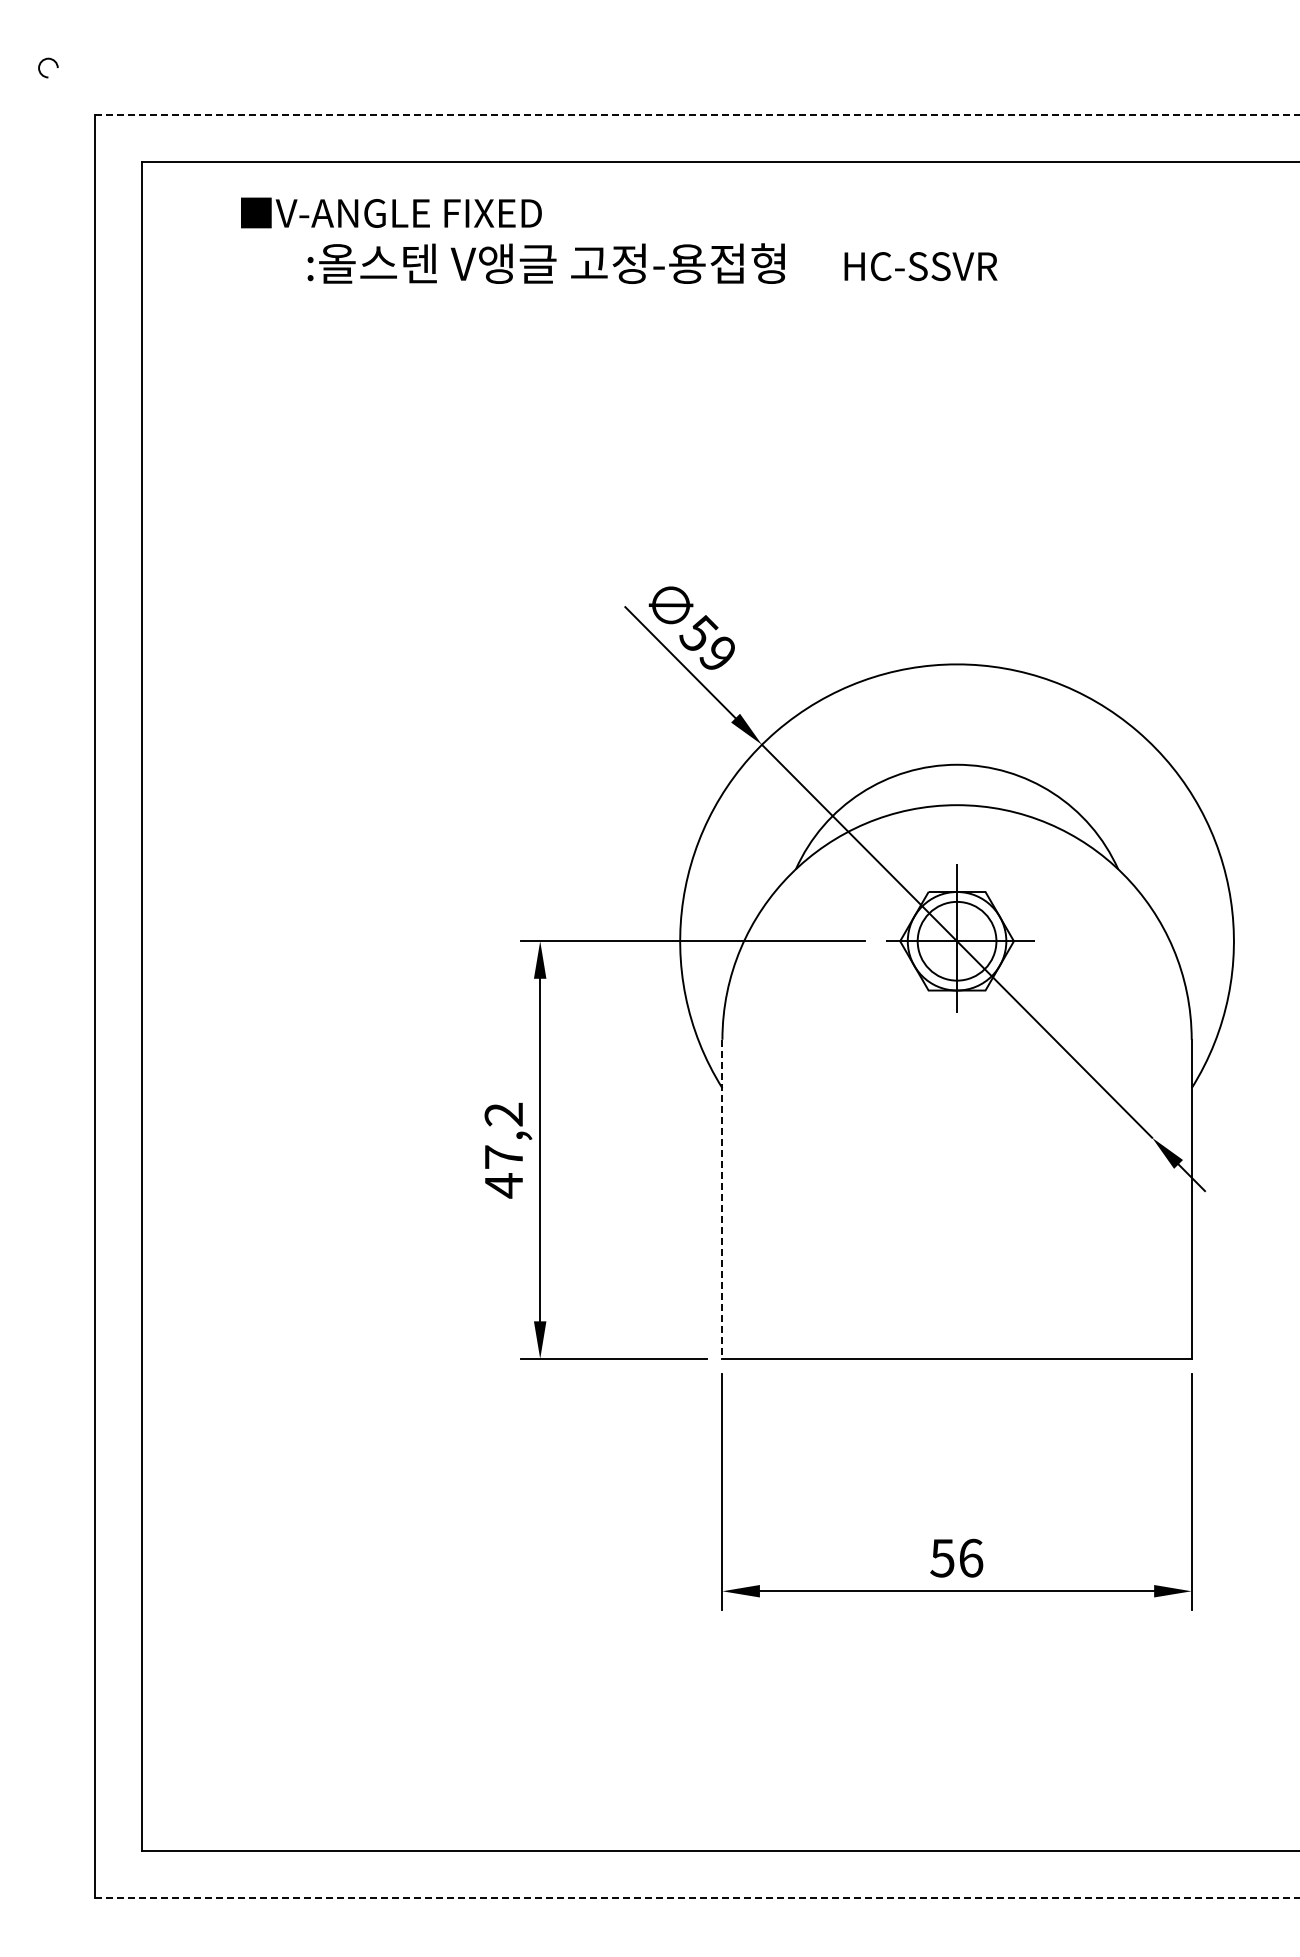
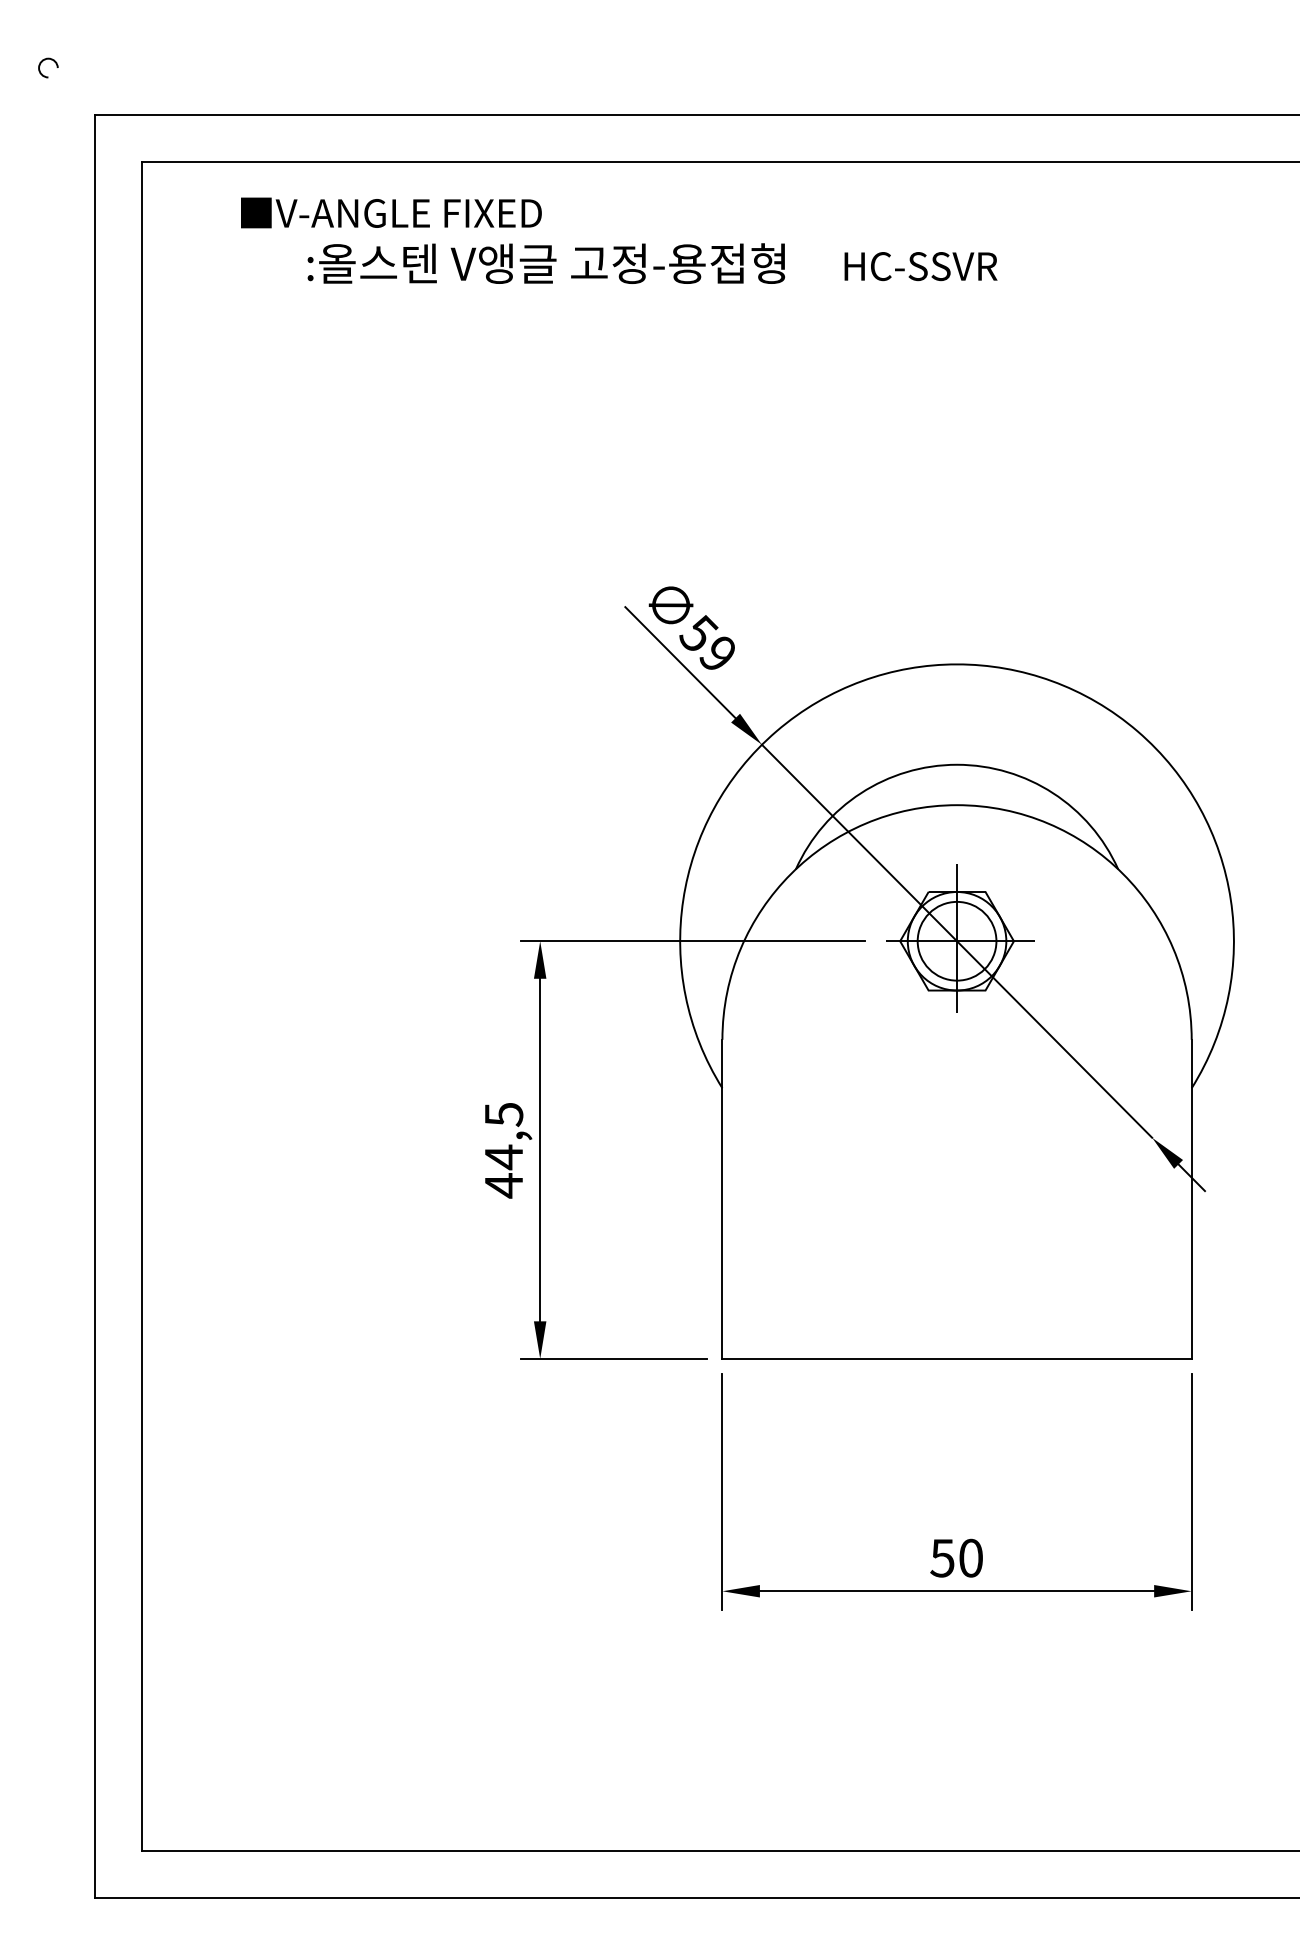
line at (697, 115): dashed -> solid
text at (503, 1136): 47,2 -> 44,5
line at (722, 1199): dashed -> solid
text at (971, 1557): 56 -> 50
line at (697, 1898): dashed -> solid
